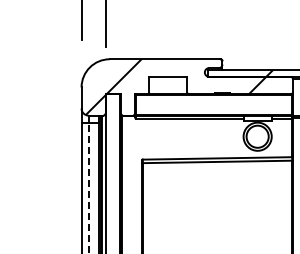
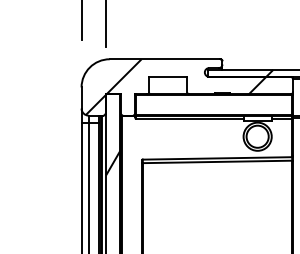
hatch at (113, 162): none -> present
line at (88, 187): dashed -> solid
